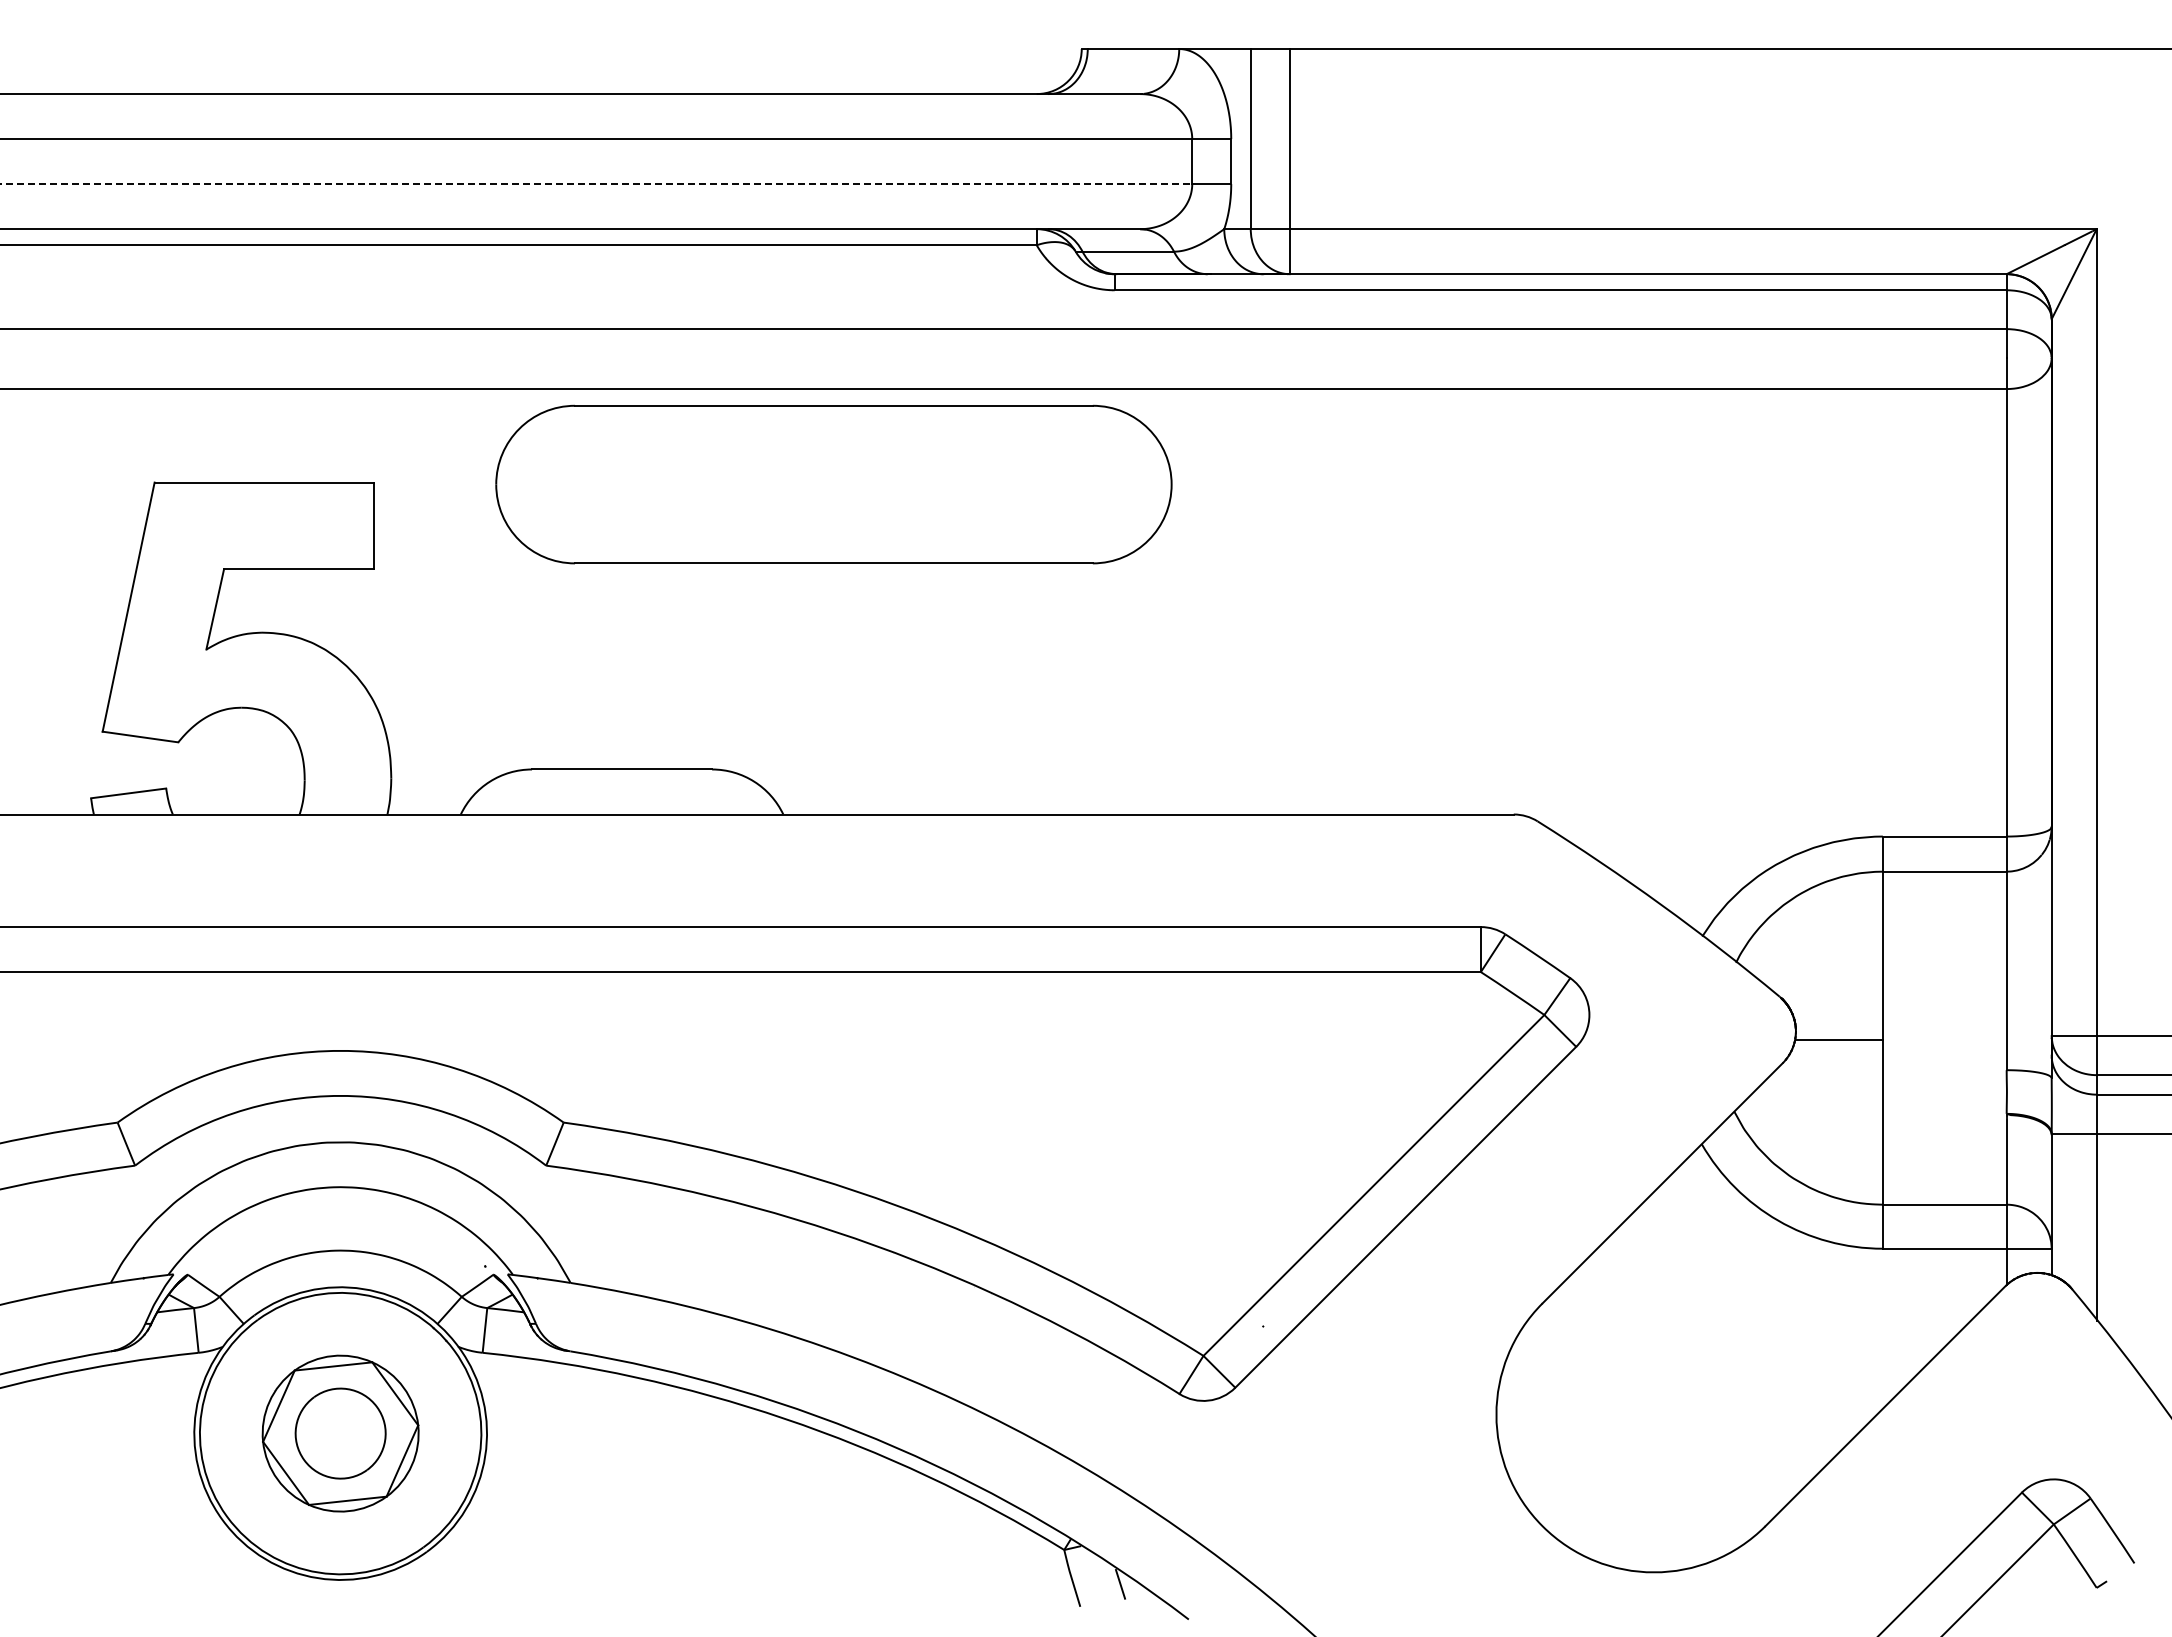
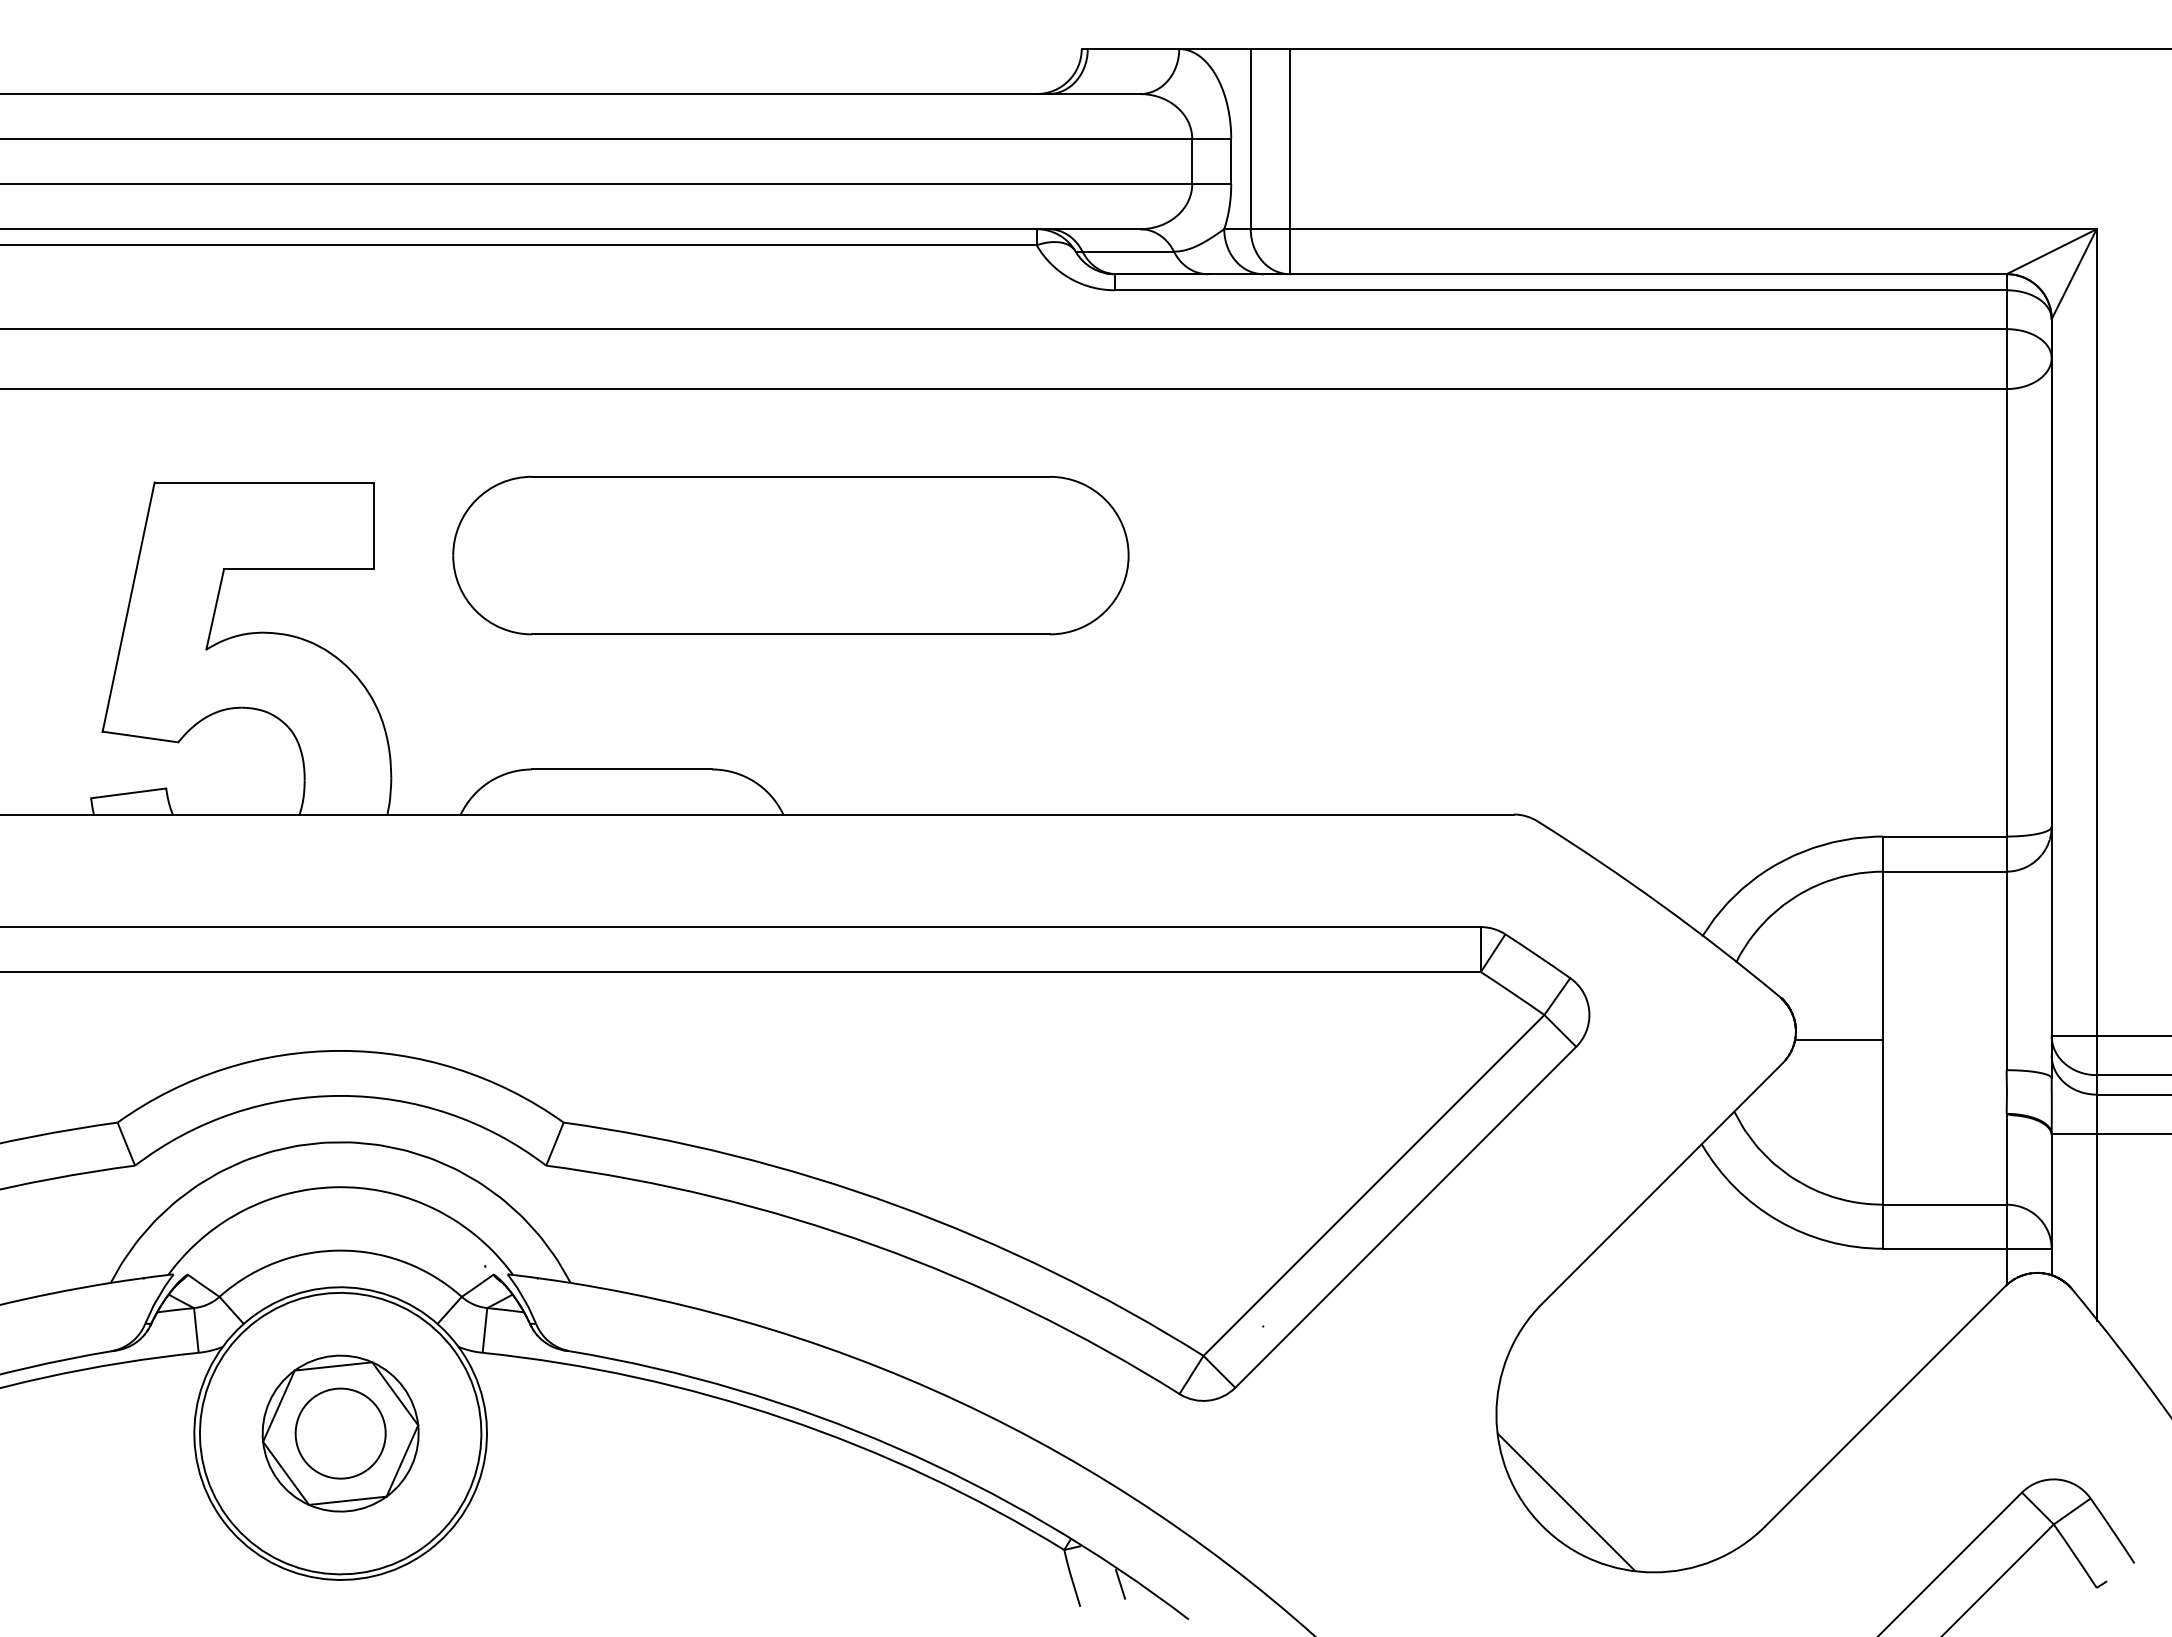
line at (596, 184): dashed -> solid
part at (833, 484) position: (833, 484) -> (790, 555)
line at (1565, 1501): none -> present
